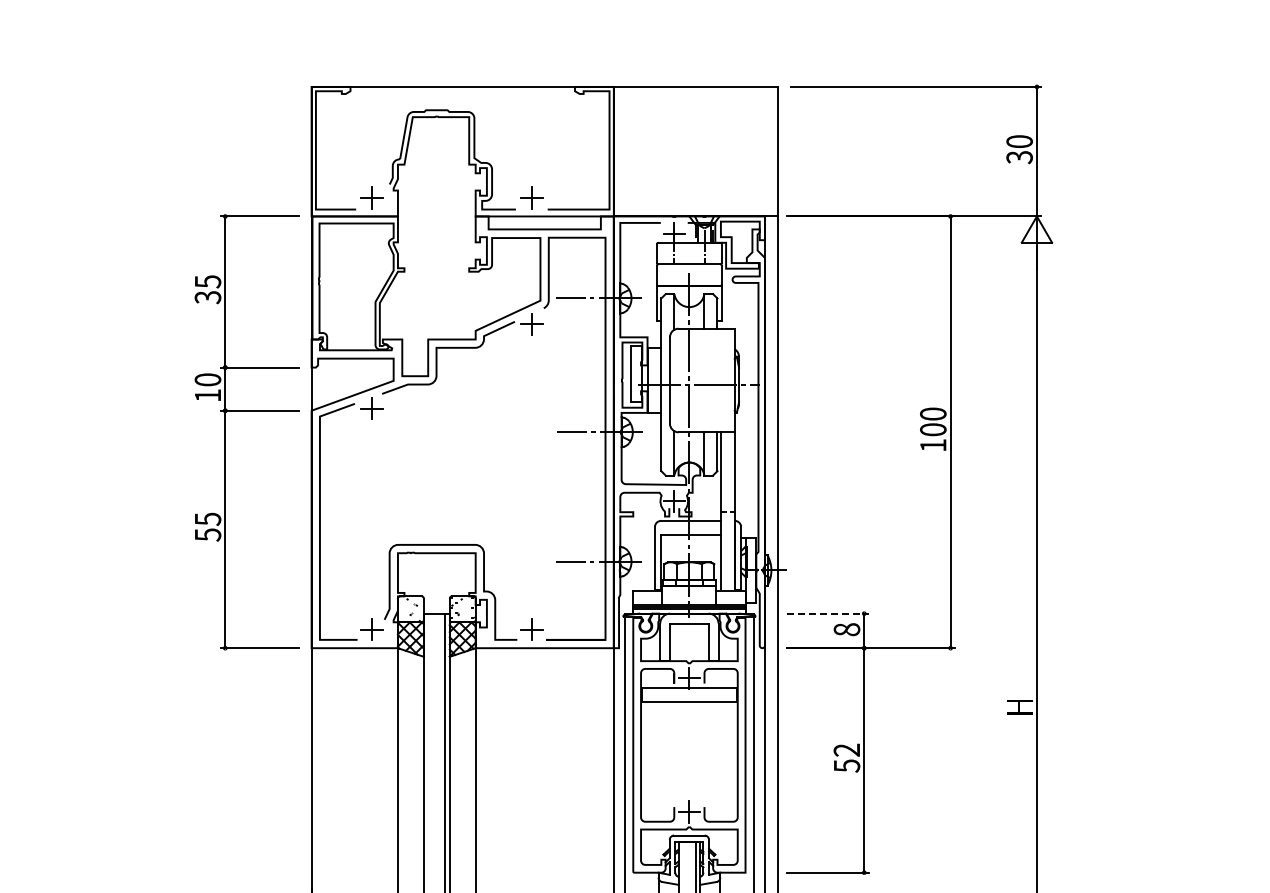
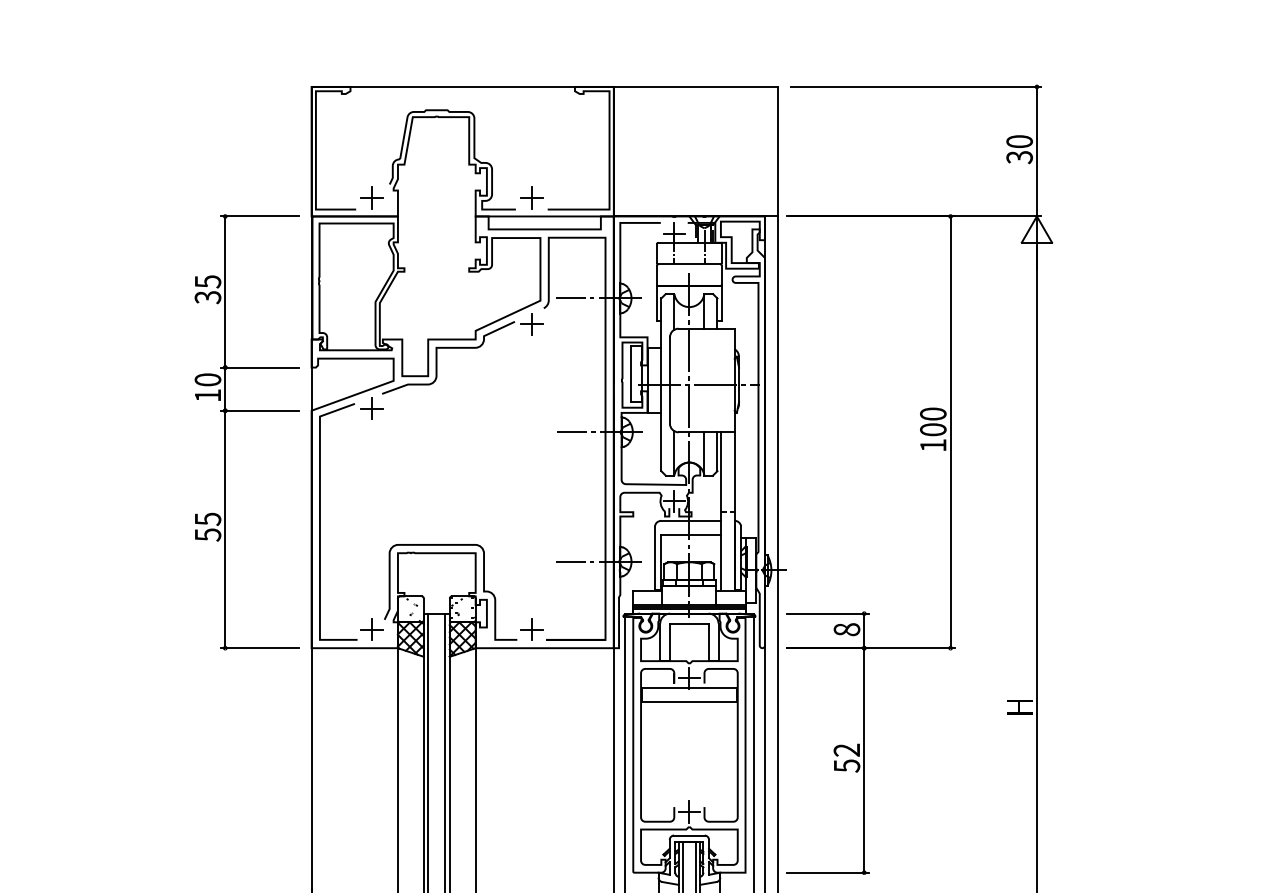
line at (828, 613): dashed -> solid
line at (428, 751): none -> present
line at (682, 865): none -> present
